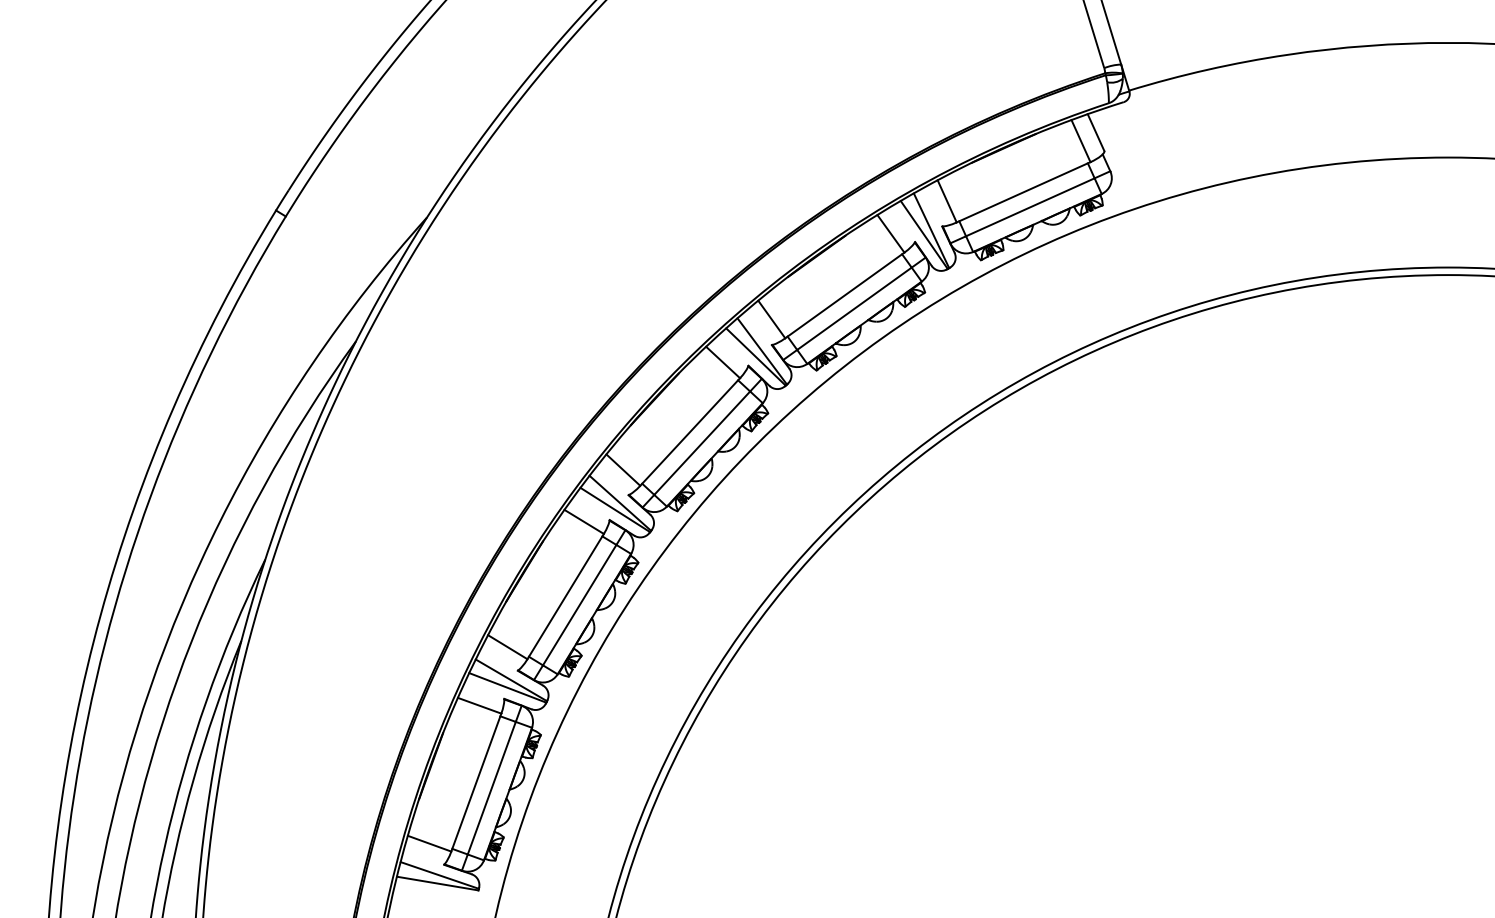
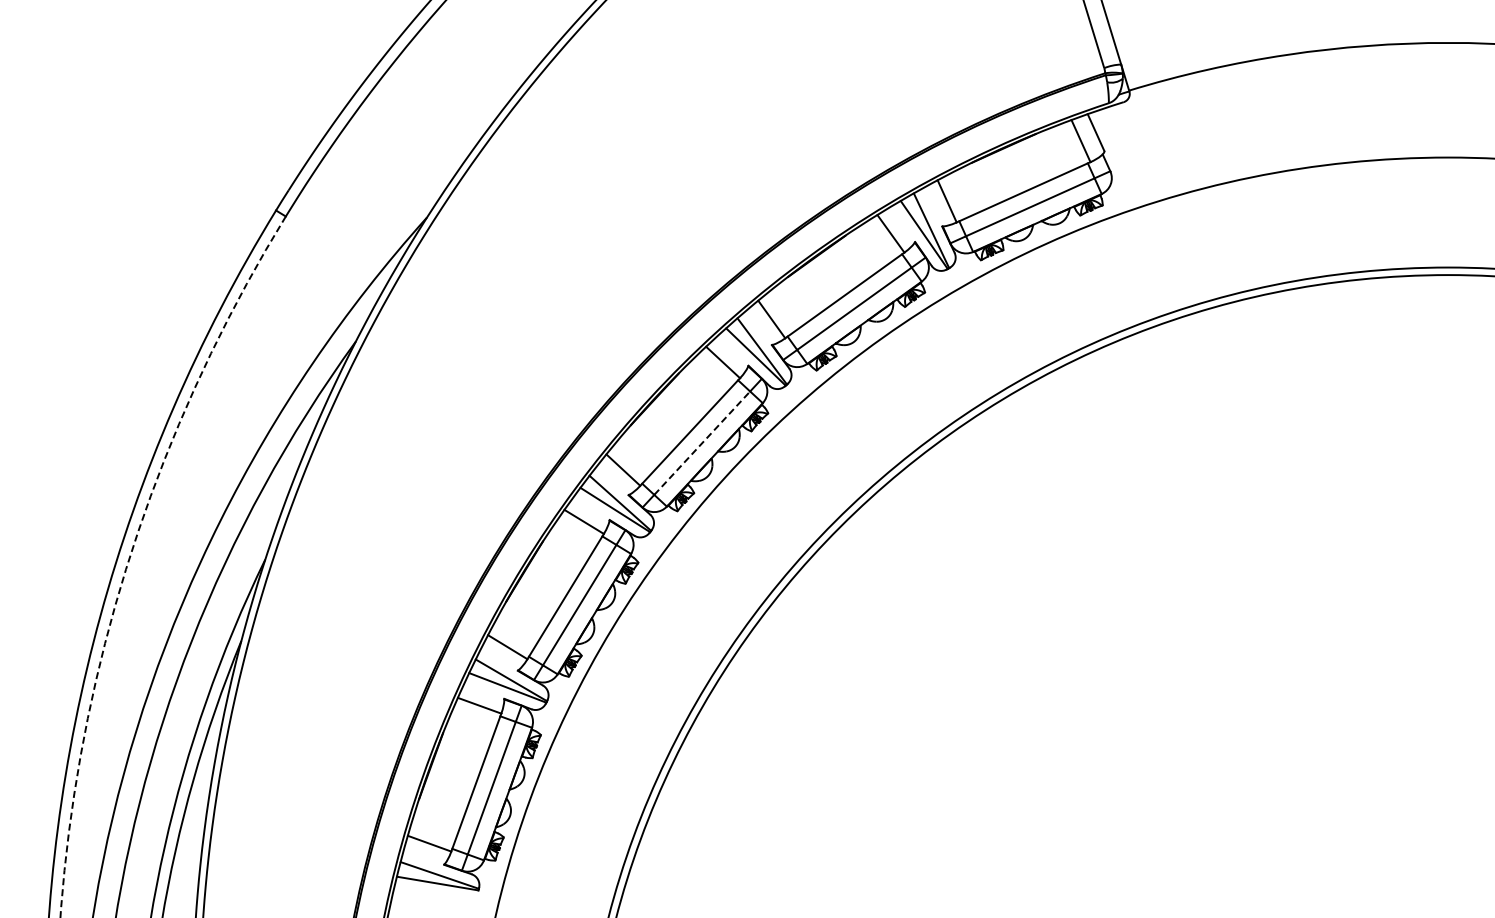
line at (702, 443): solid -> dashed
arc at (130, 555): solid -> dashed
